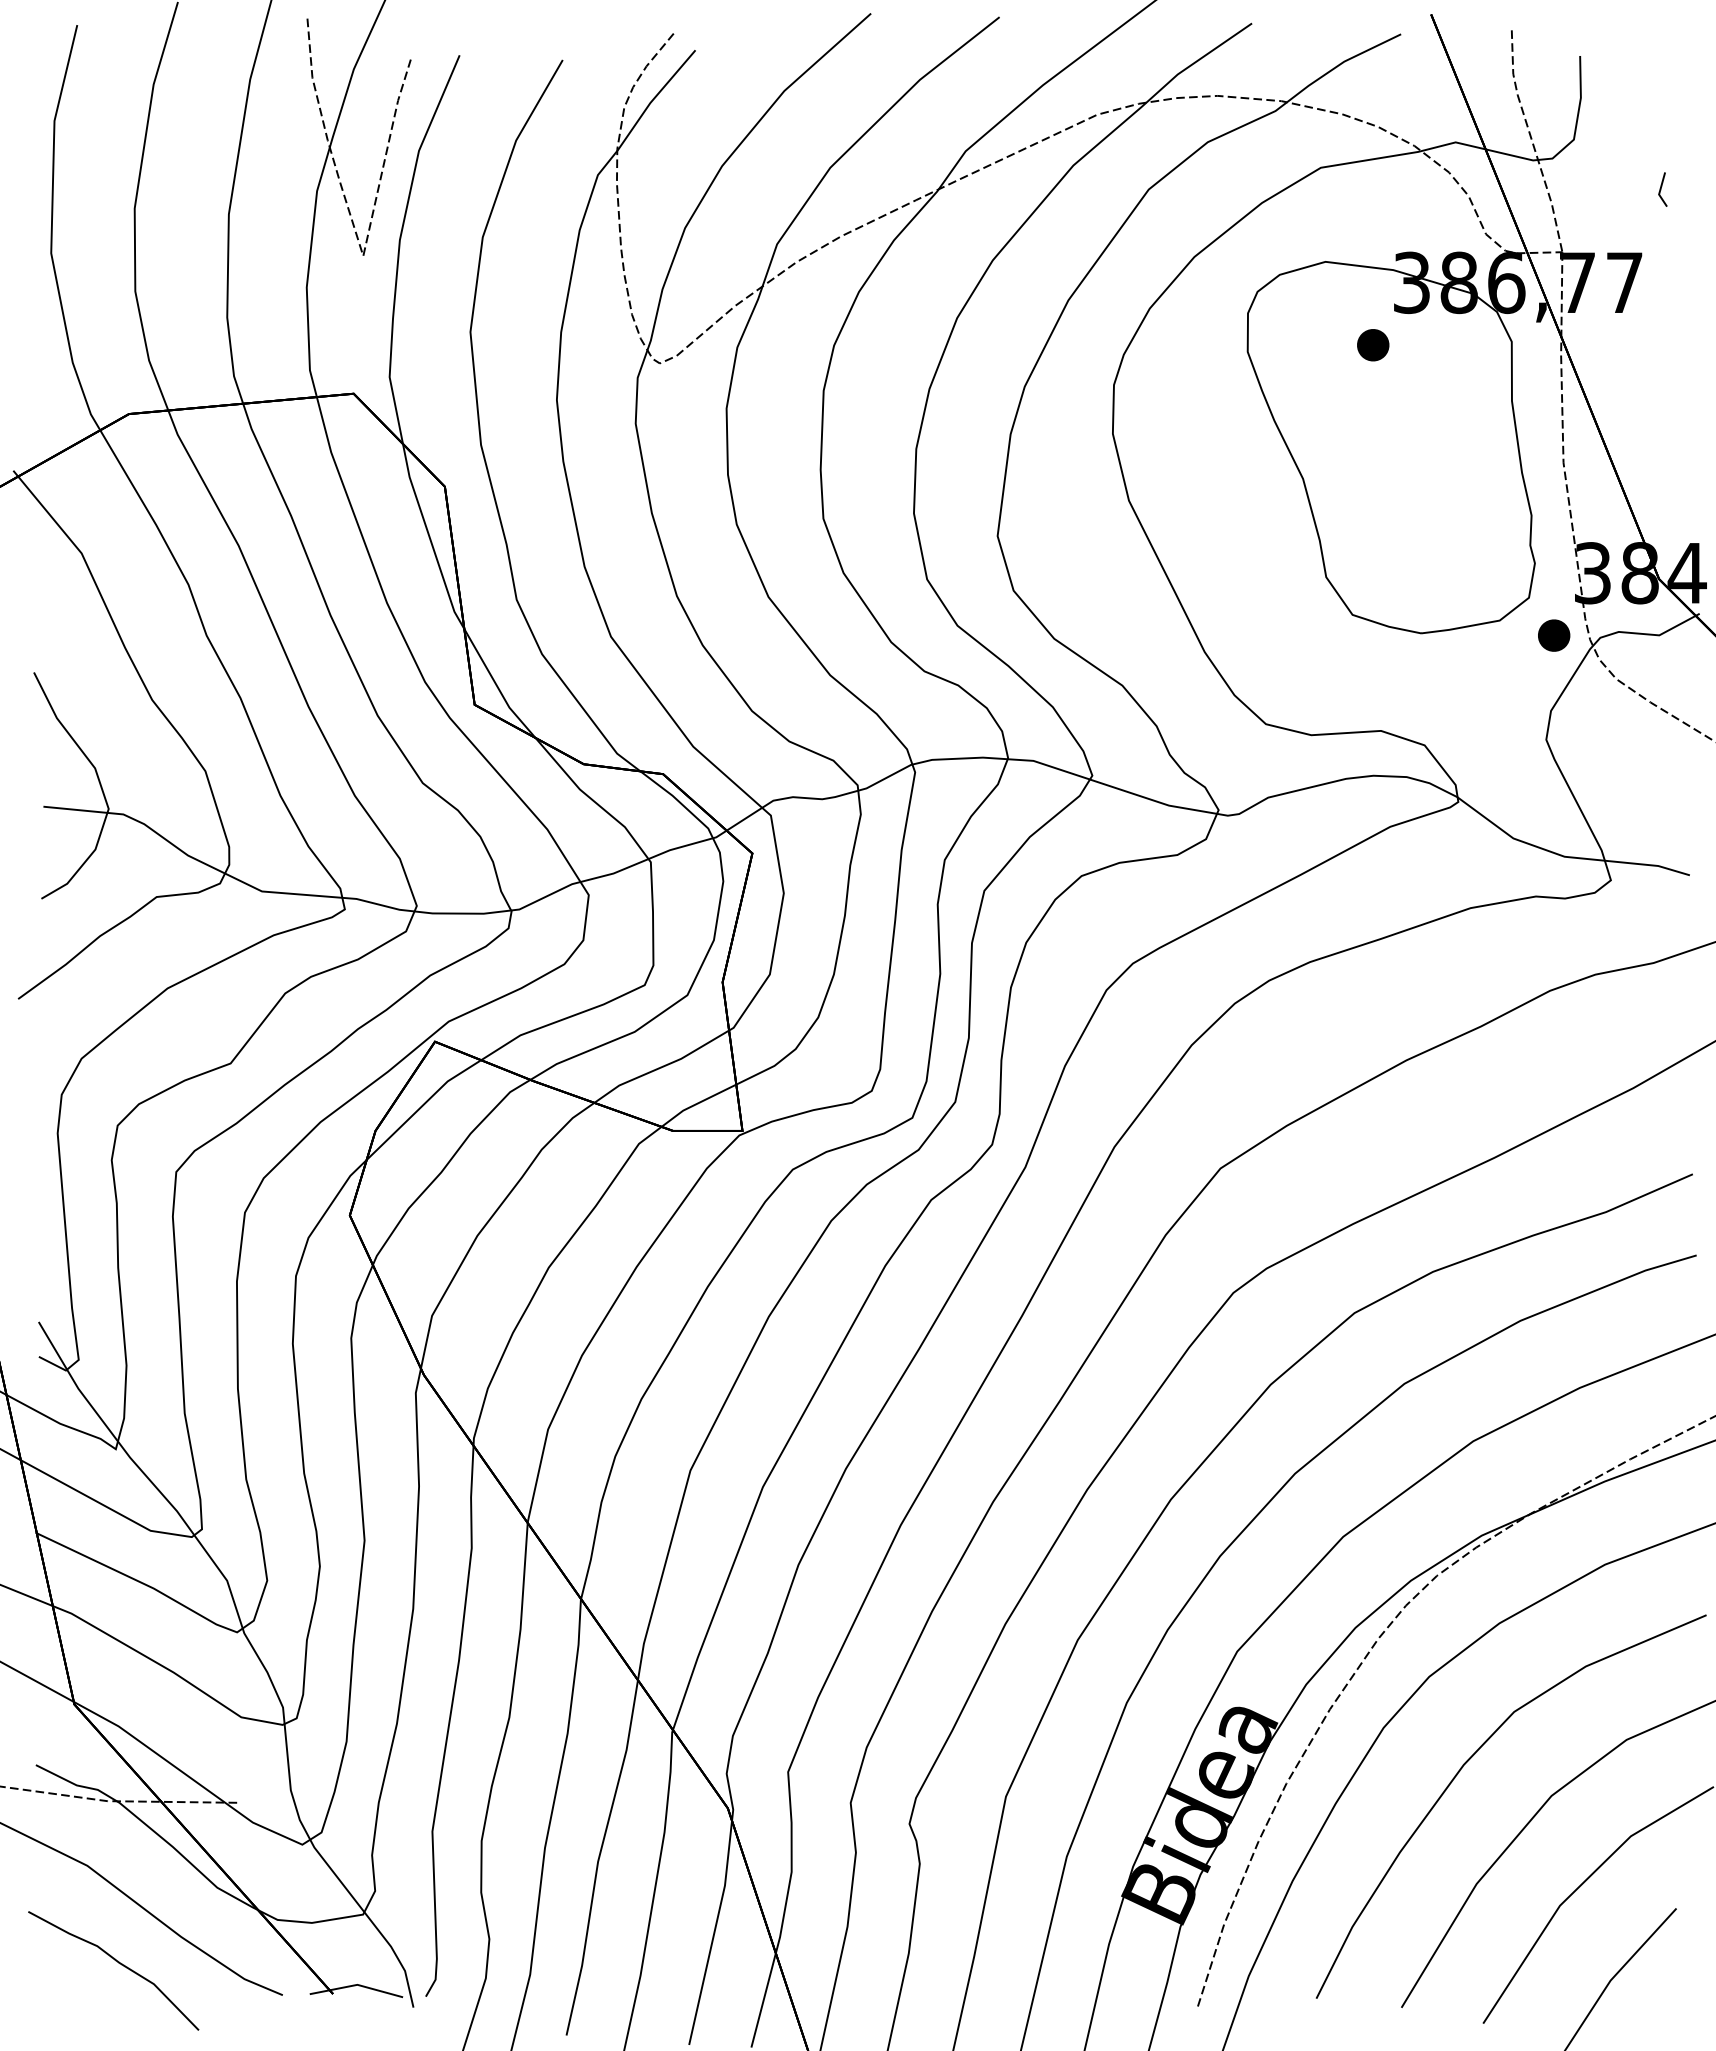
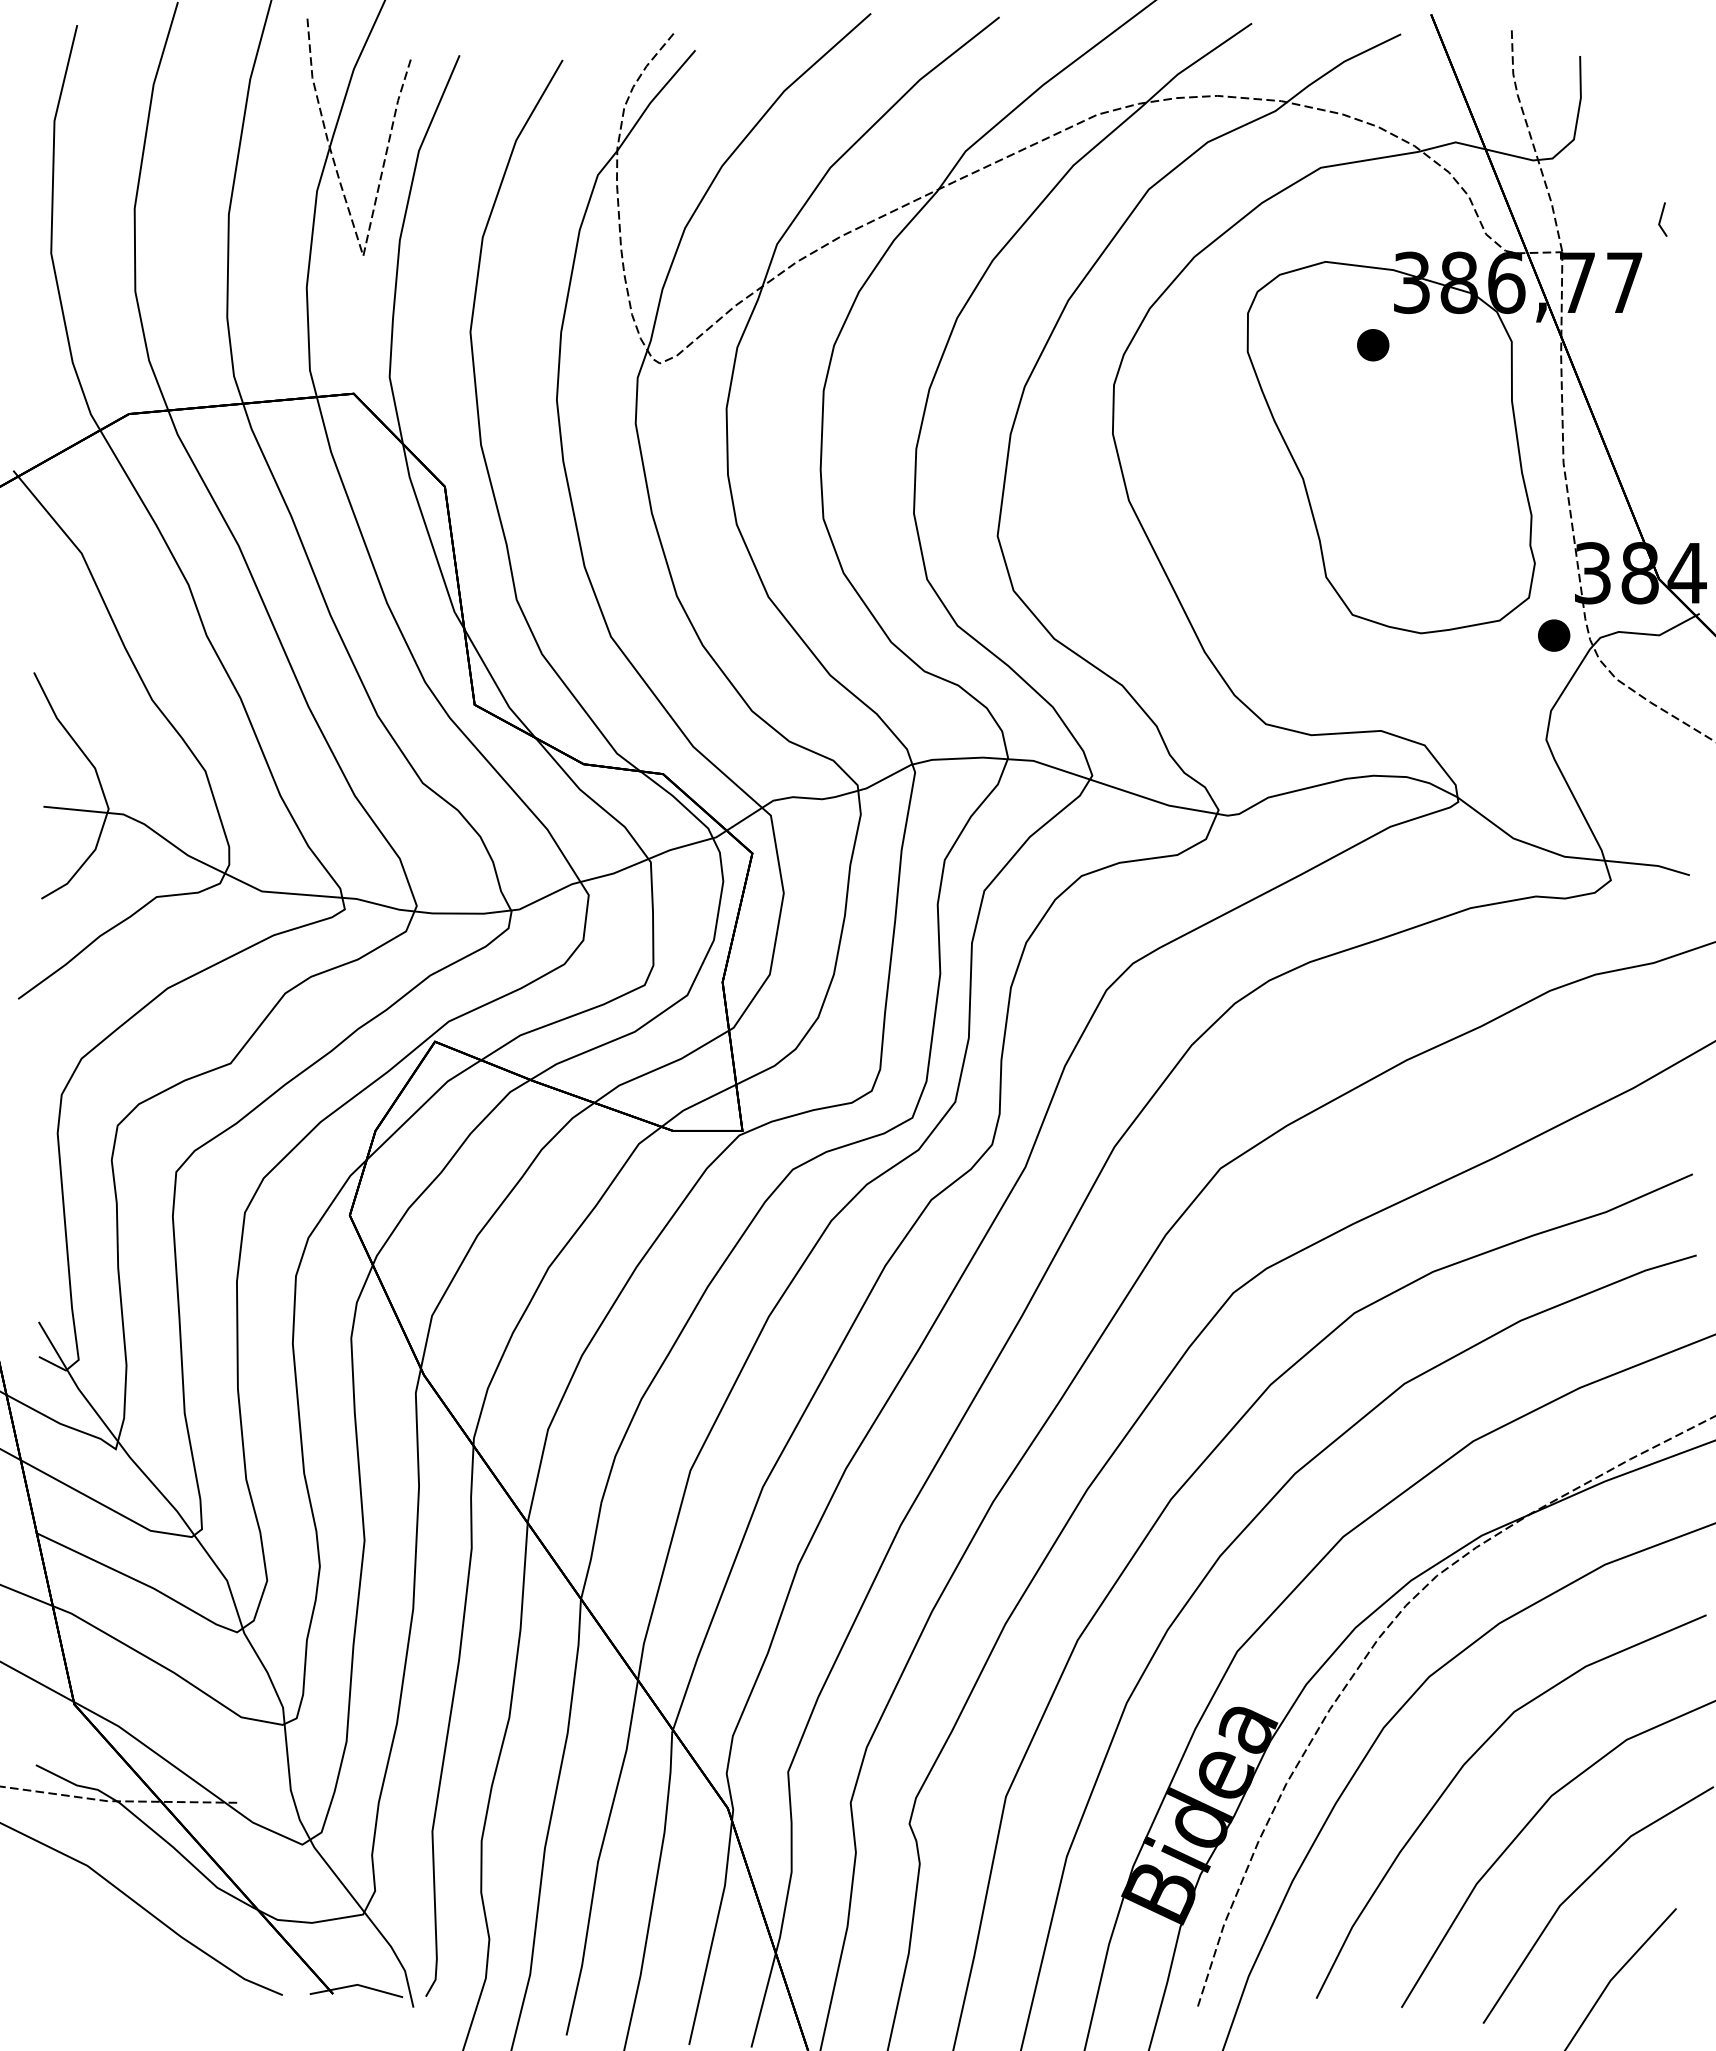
line at (1661, 189) position: (1661, 189) -> (1661, 219)
curve at (118, 1963): present -> none
